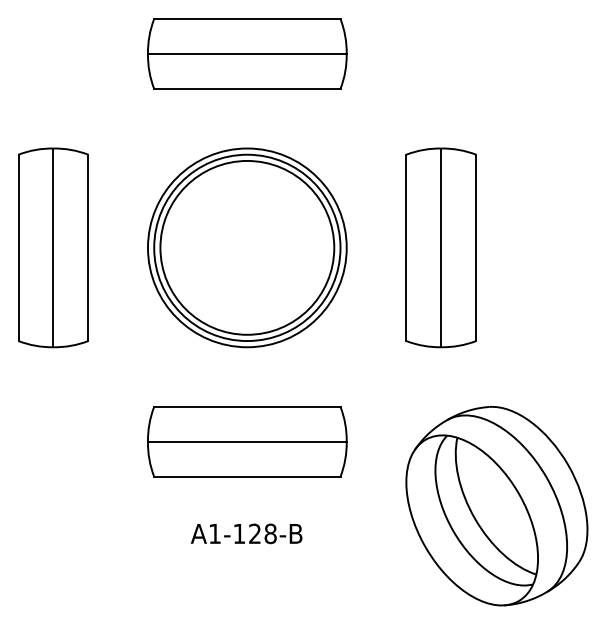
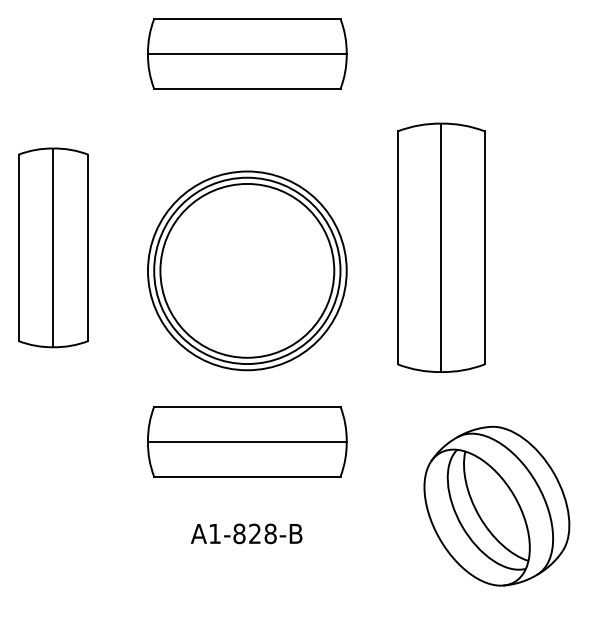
part at (247, 247) position: (247, 247) -> (247, 270)
part at (440, 247) size: 72x202 px -> 89x251 px
part at (496, 506) size: 184x201 px -> 148x162 px
text at (239, 533): A1-128-B -> A1-828-B
